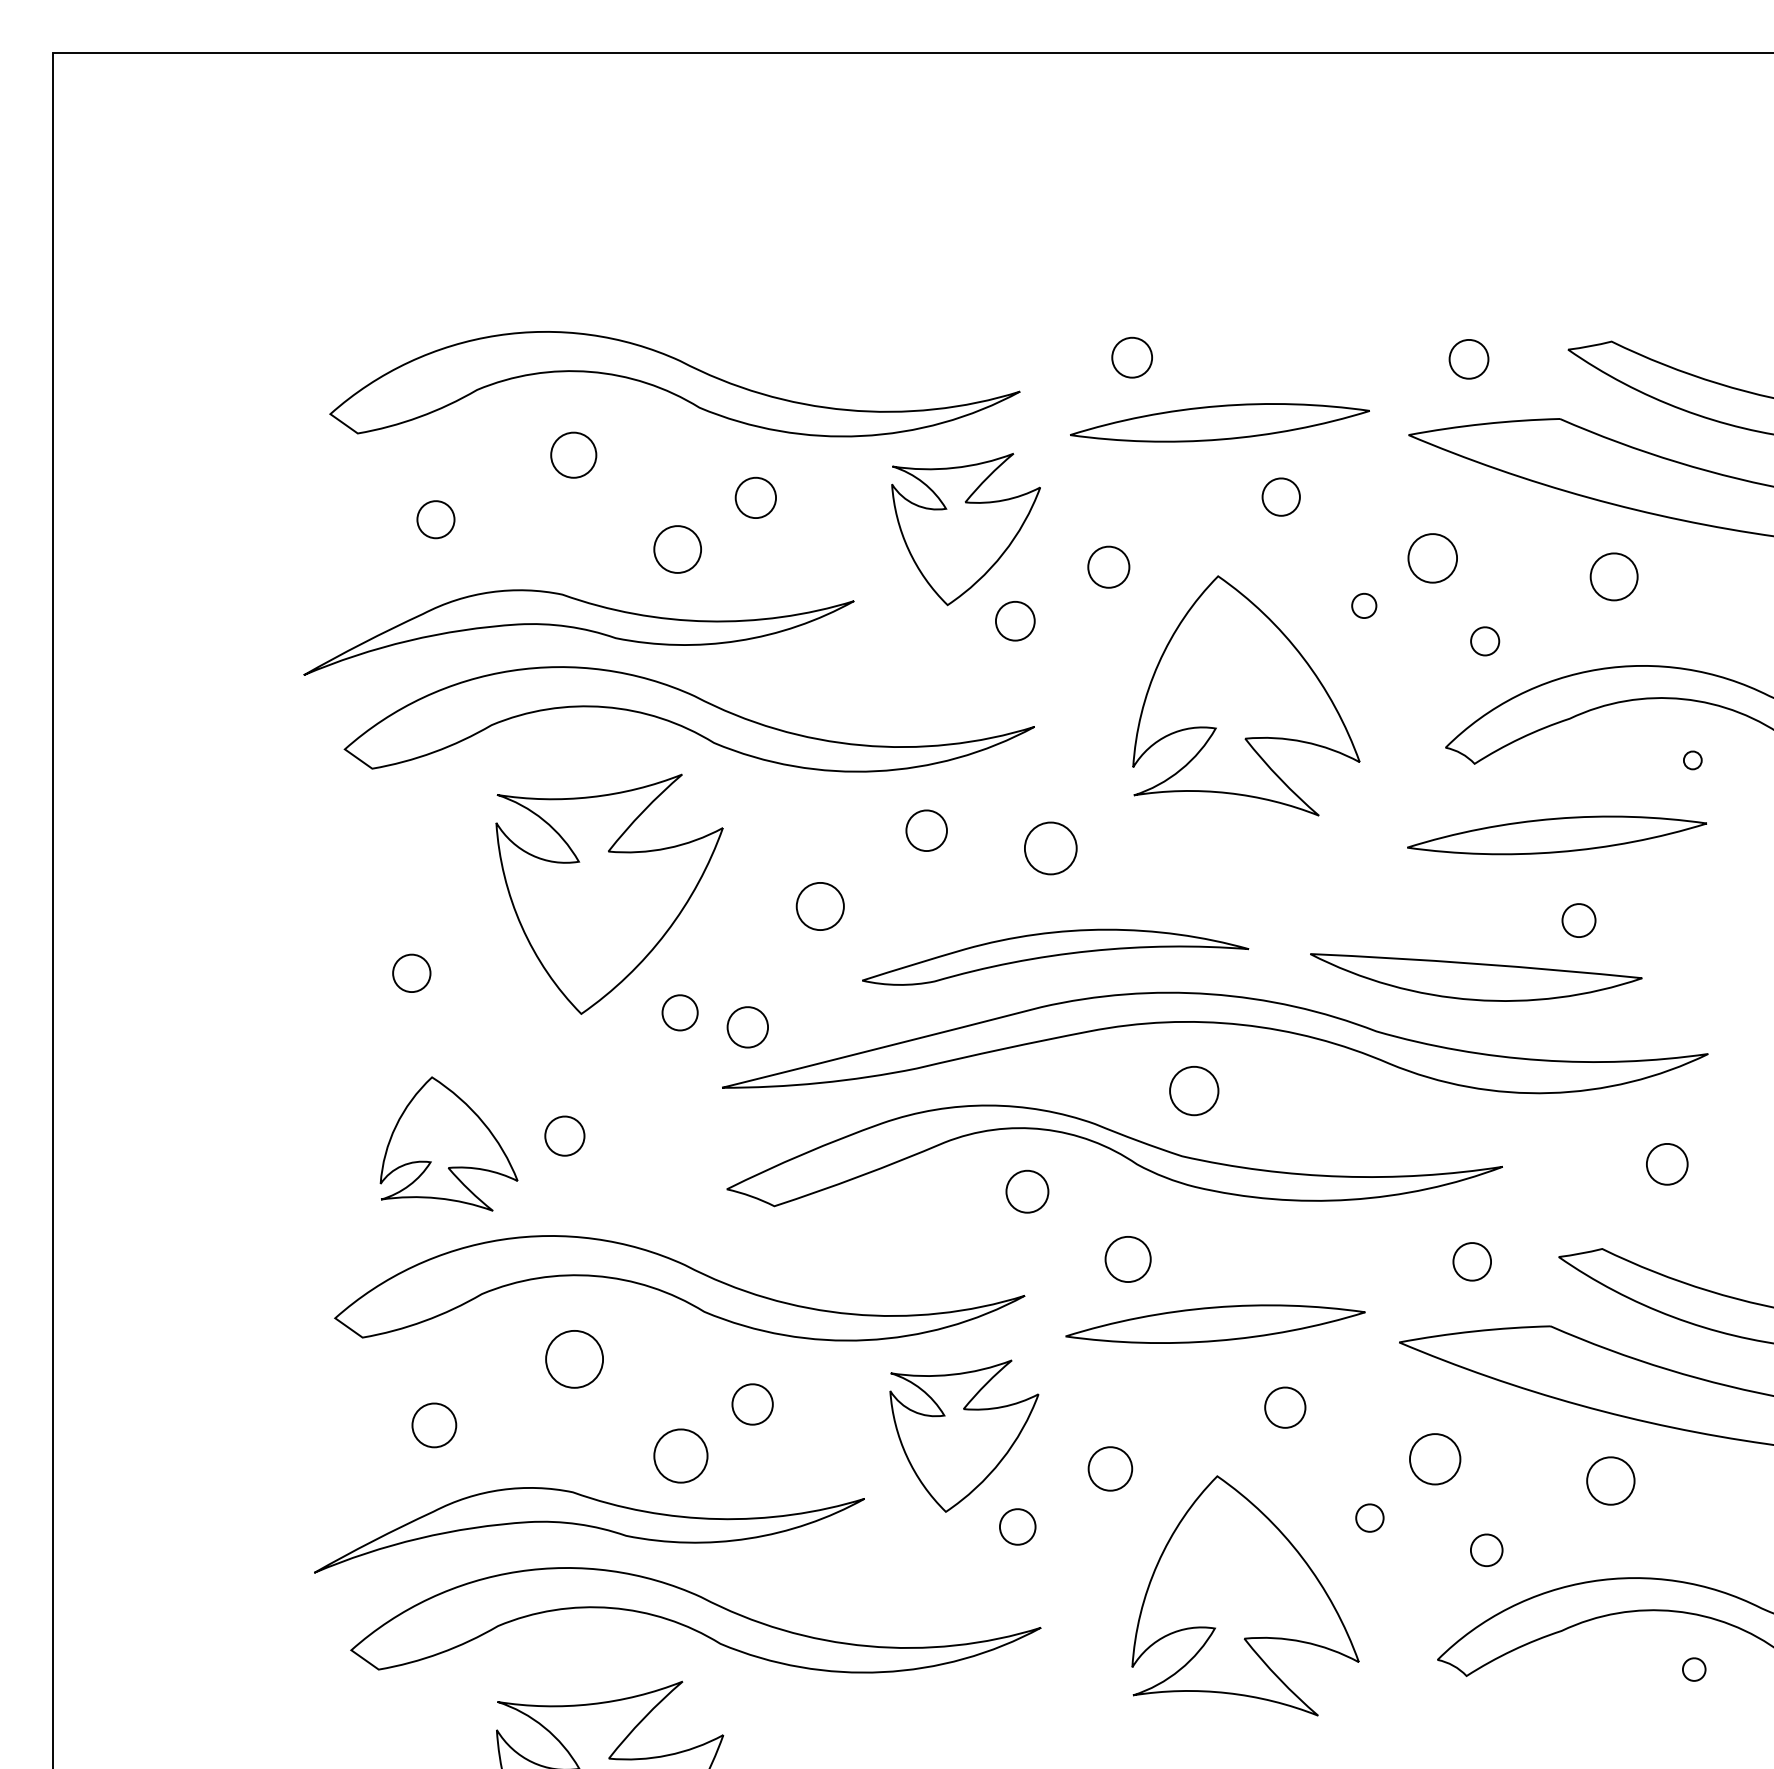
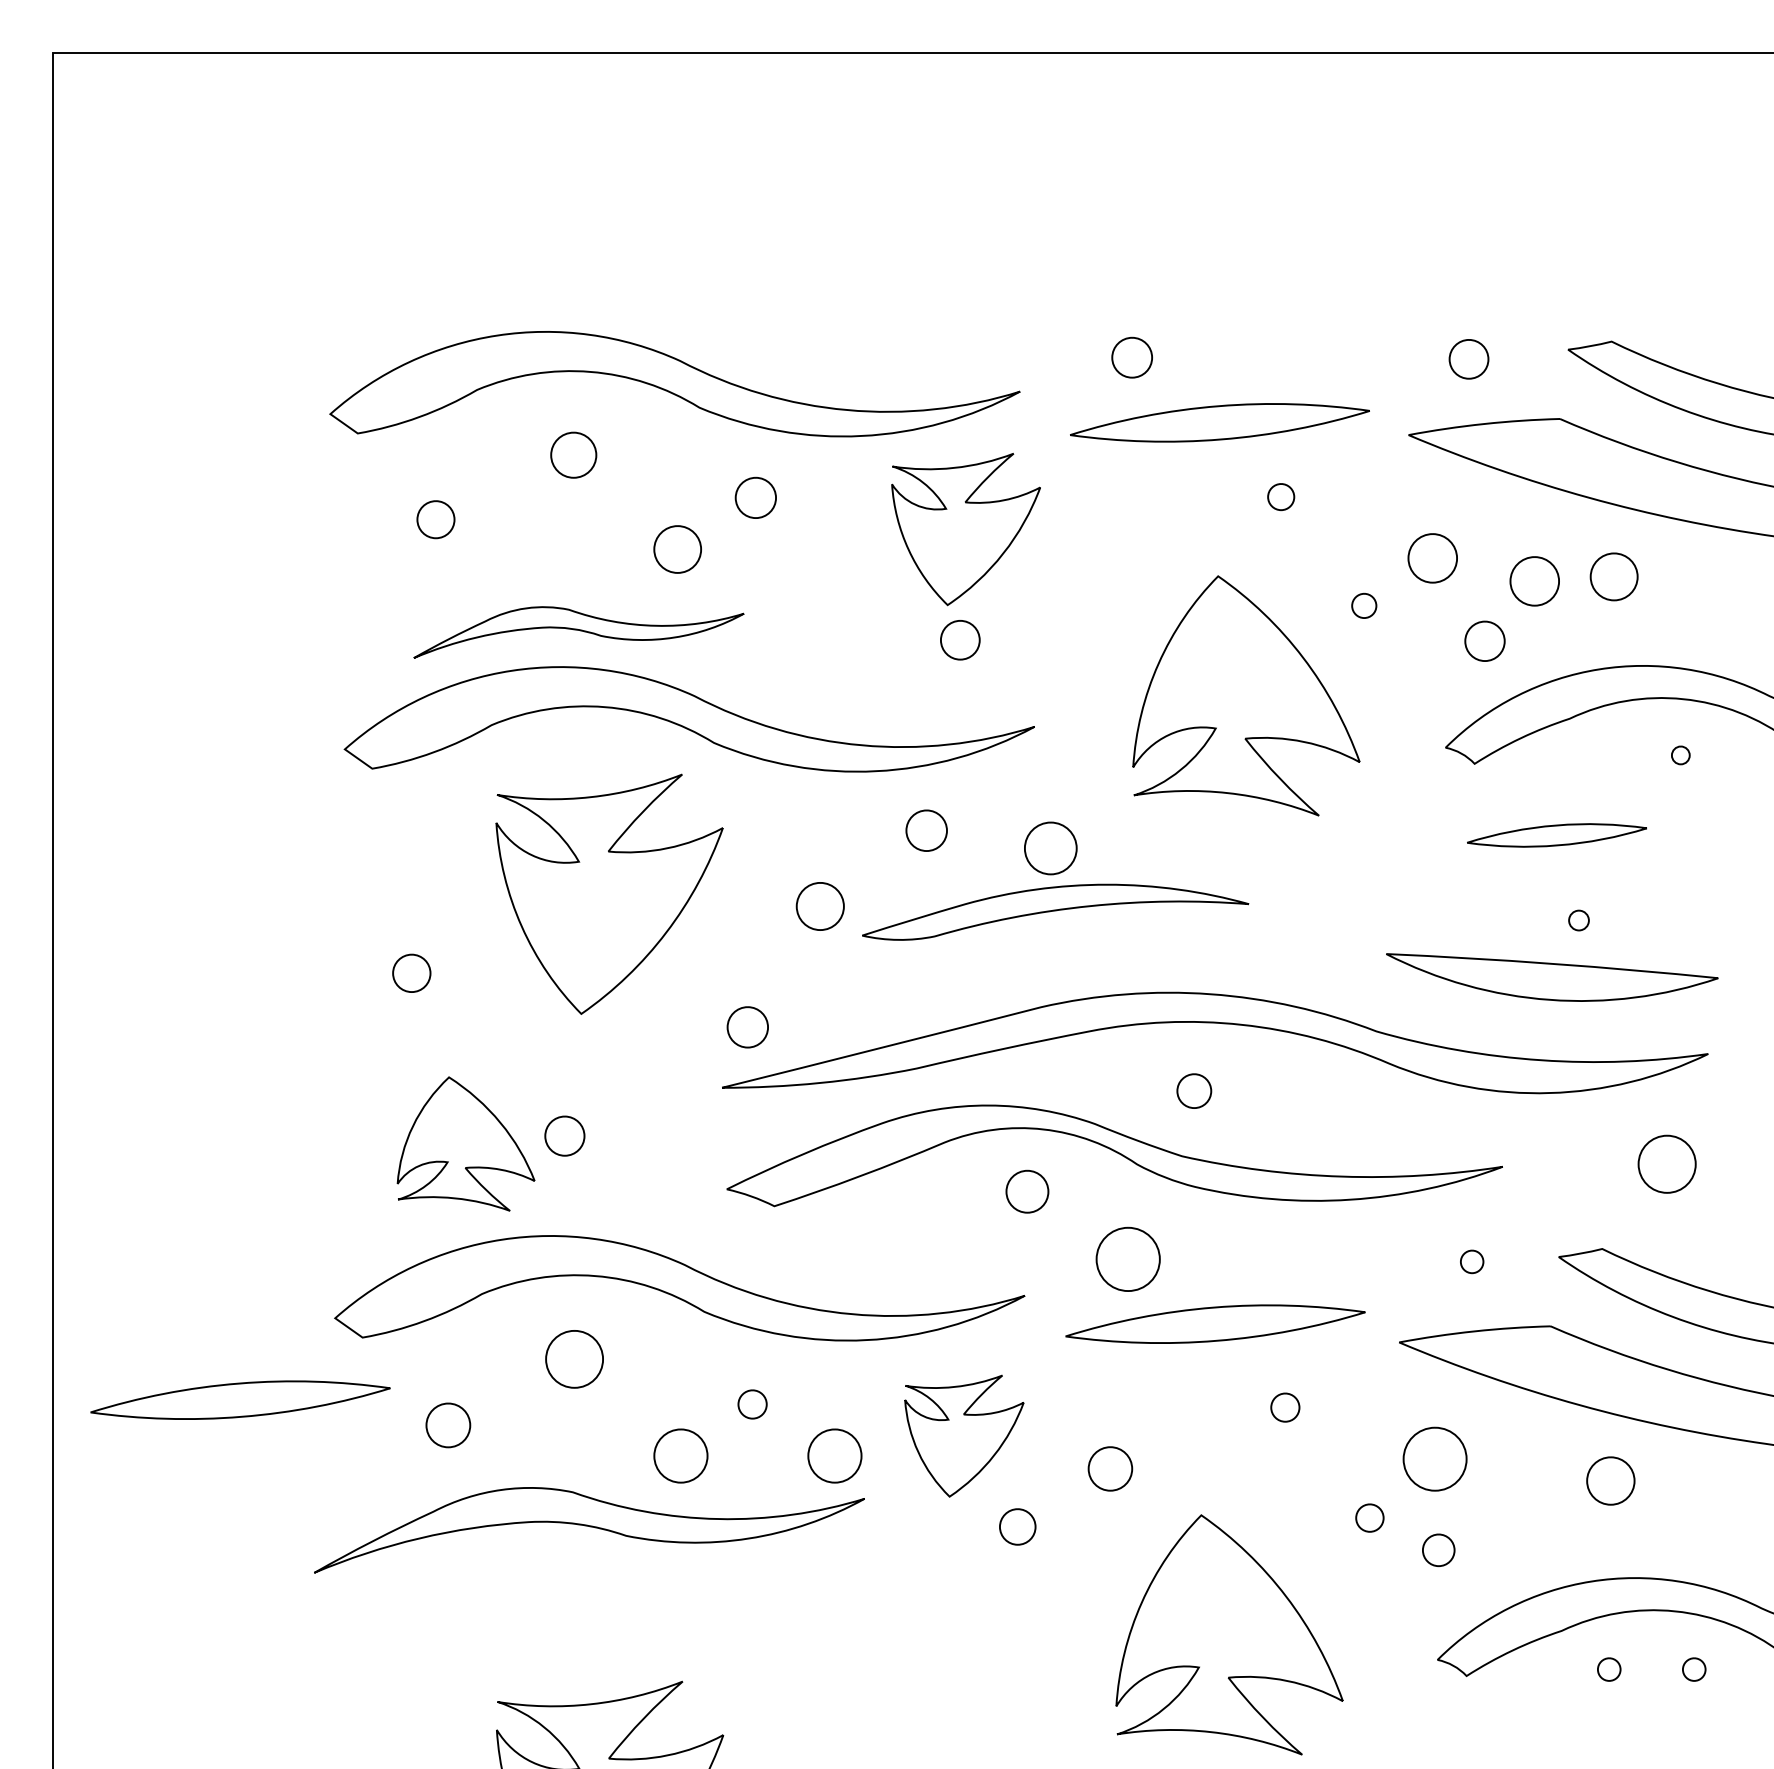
part at (1280, 496) size: 40x40 px -> 29x29 px
part at (1108, 566): present -> none
part at (1534, 581): none -> present
part at (1015, 621) position: (1015, 621) -> (960, 640)
part at (578, 632) size: 552x87 px -> 332x53 px
part at (1485, 641) size: 31x31 px -> 42x42 px
part at (1692, 760) position: (1692, 760) -> (1680, 755)
part at (1556, 835) size: 300x41 px -> 180x25 px
part at (1578, 920) size: 36x35 px -> 22x23 px
part at (1055, 956) position: (1055, 956) -> (1055, 911)
part at (1476, 977) position: (1476, 977) -> (1552, 977)
part at (679, 1012): present -> none
part at (1194, 1091) size: 51x51 px -> 37x36 px
part at (448, 1143) position: (448, 1143) -> (465, 1143)
part at (1667, 1164) size: 43x43 px -> 60x60 px
part at (1127, 1259) size: 48x47 px -> 66x66 px
part at (1471, 1261) size: 40x40 px -> 25x26 px
part at (240, 1399): none -> present
part at (752, 1404) size: 43x43 px -> 31x31 px
part at (1285, 1407) size: 43x43 px -> 31x31 px
part at (434, 1425) position: (434, 1425) -> (448, 1425)
part at (964, 1435) size: 151x154 px -> 121x124 px
part at (834, 1455): none -> present
part at (1435, 1459) size: 53x53 px -> 66x66 px
part at (1486, 1549) position: (1486, 1549) -> (1438, 1549)
part at (1245, 1595) position: (1245, 1595) -> (1229, 1634)
part at (695, 1620): present -> none
part at (1609, 1669): none -> present
